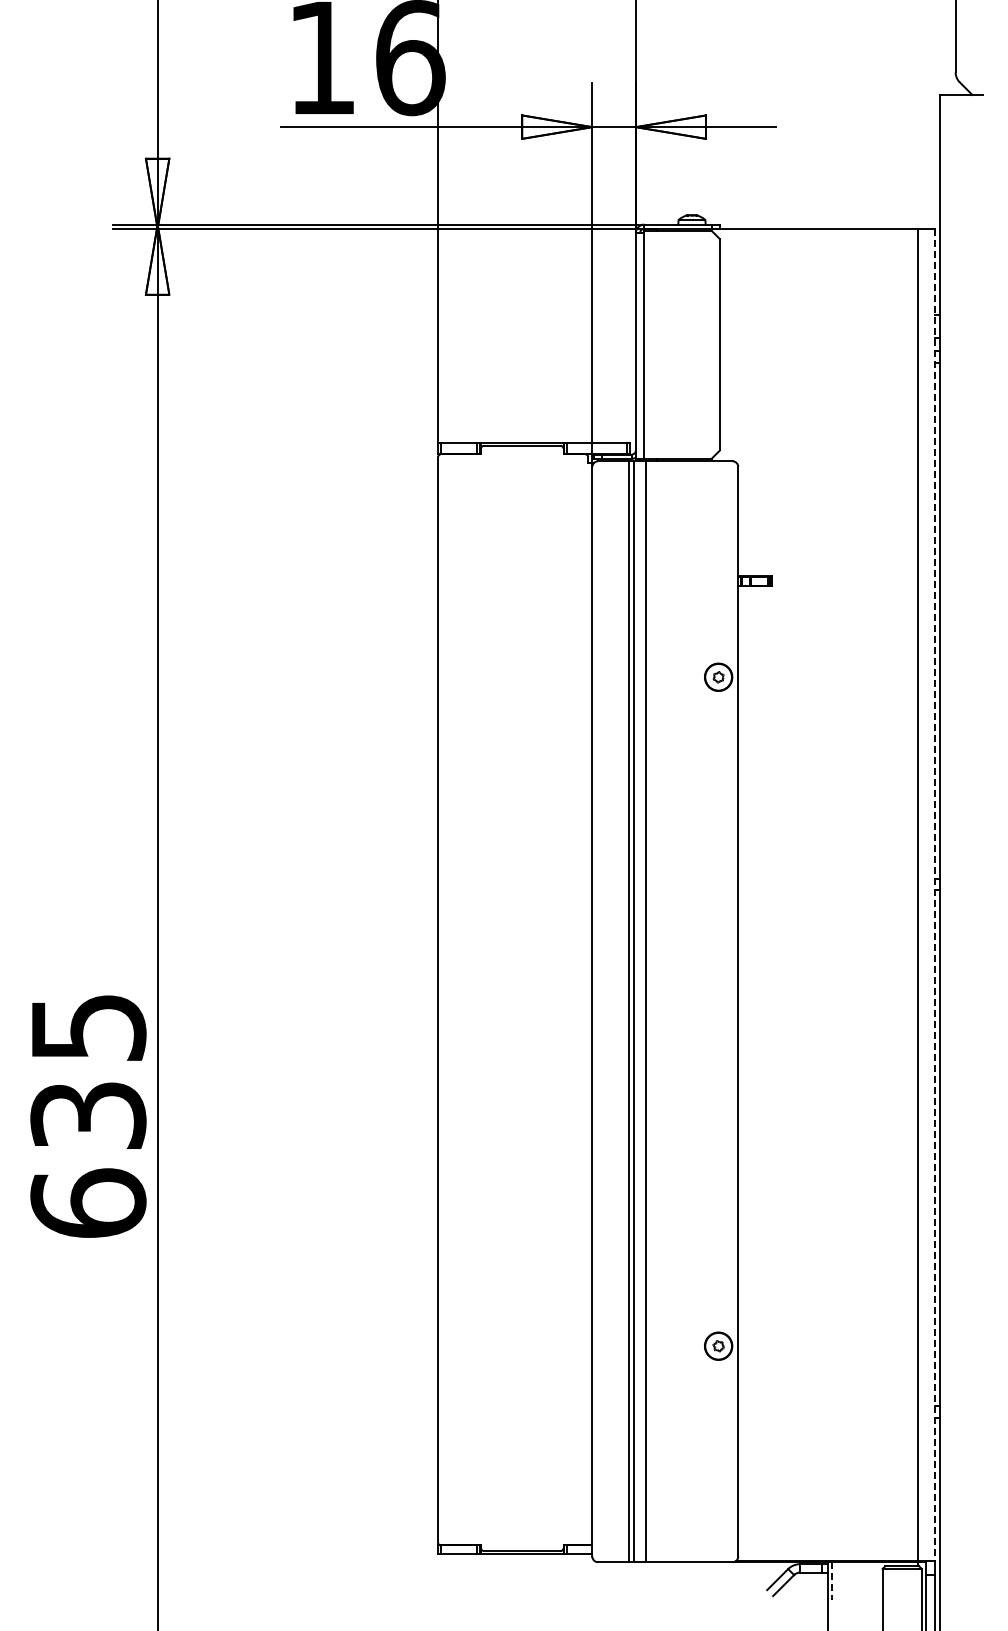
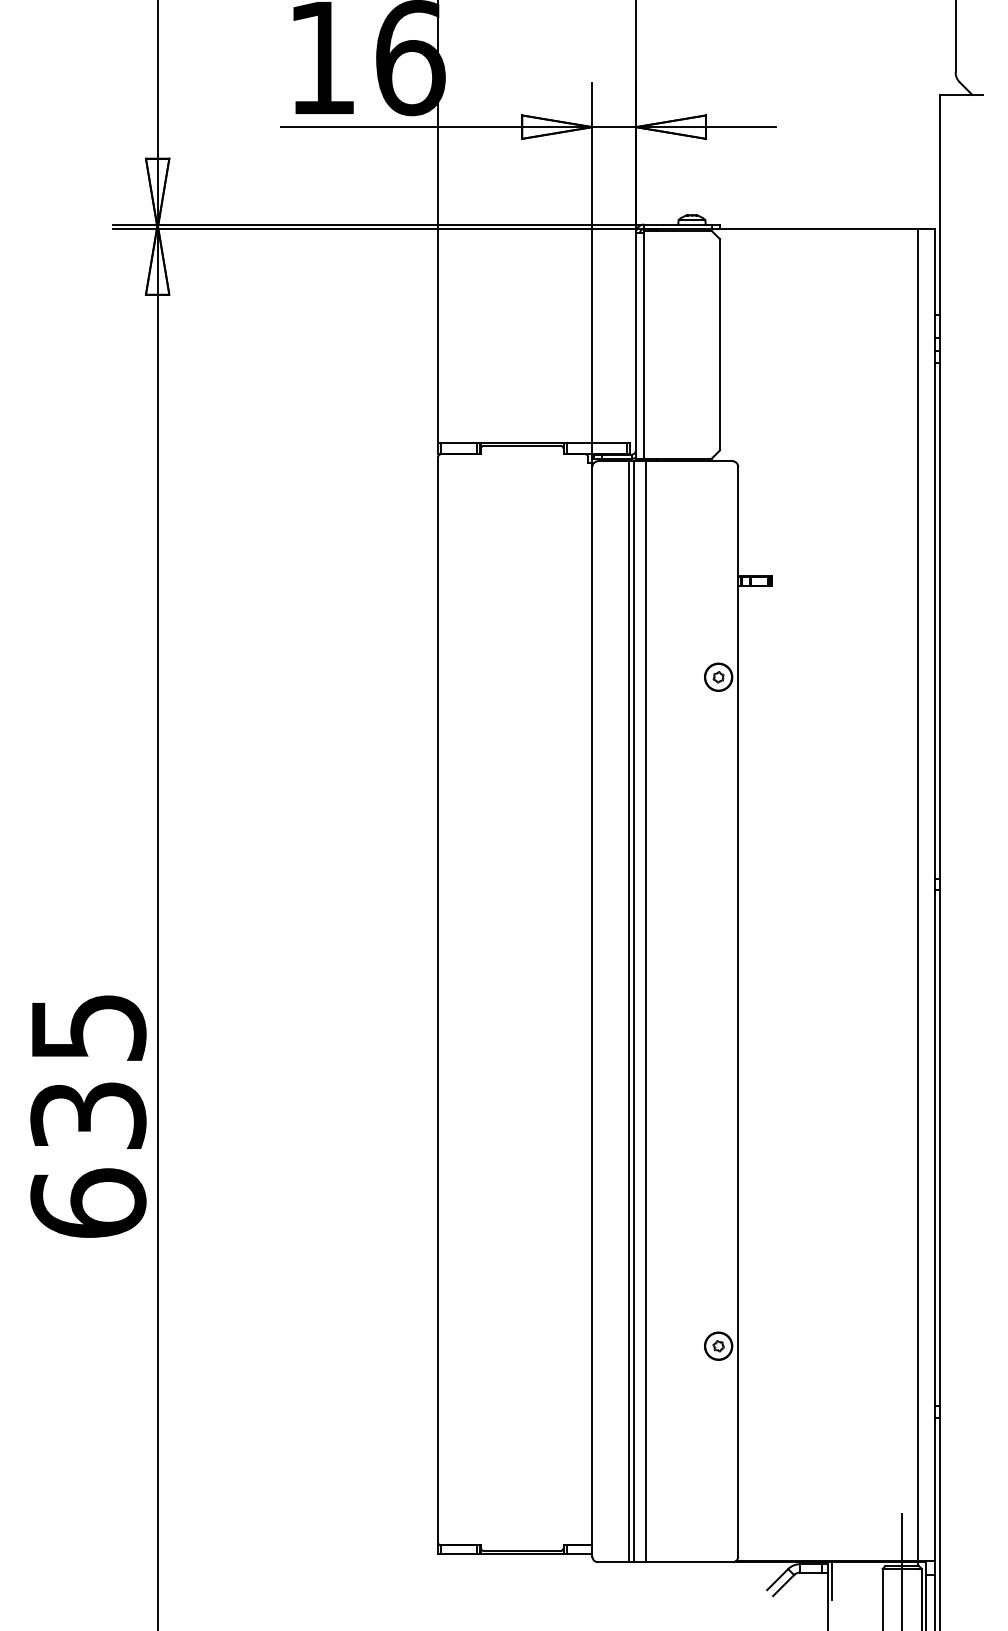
line at (934, 895): dashed -> solid
line at (902, 1569): none -> present
line at (832, 1580): dashed -> solid
